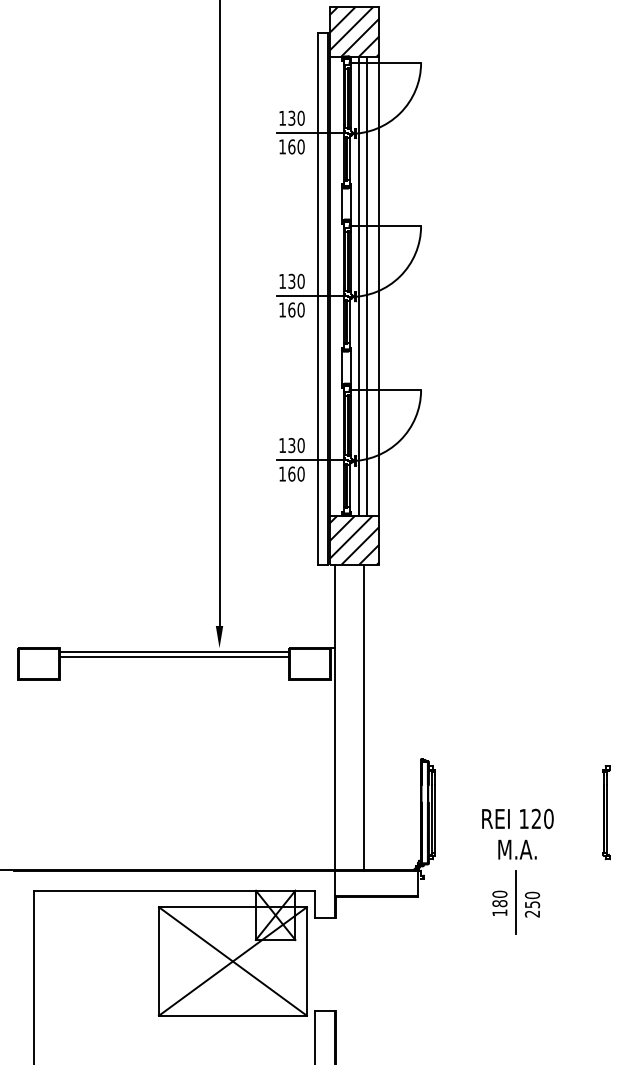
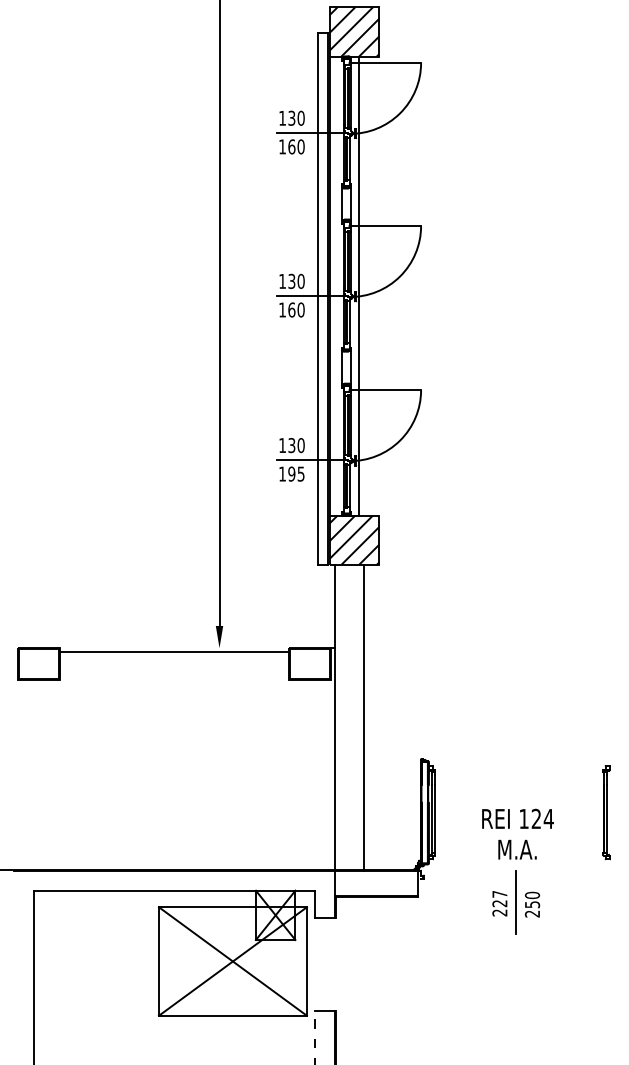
line at (367, 285): present -> none
line at (379, 285): present -> none
text at (296, 473): 160 -> 195
line at (174, 656): present -> none
text at (548, 818): 120 -> 124
text at (499, 903): 180 -> 227
line at (315, 1037): solid -> dashed
